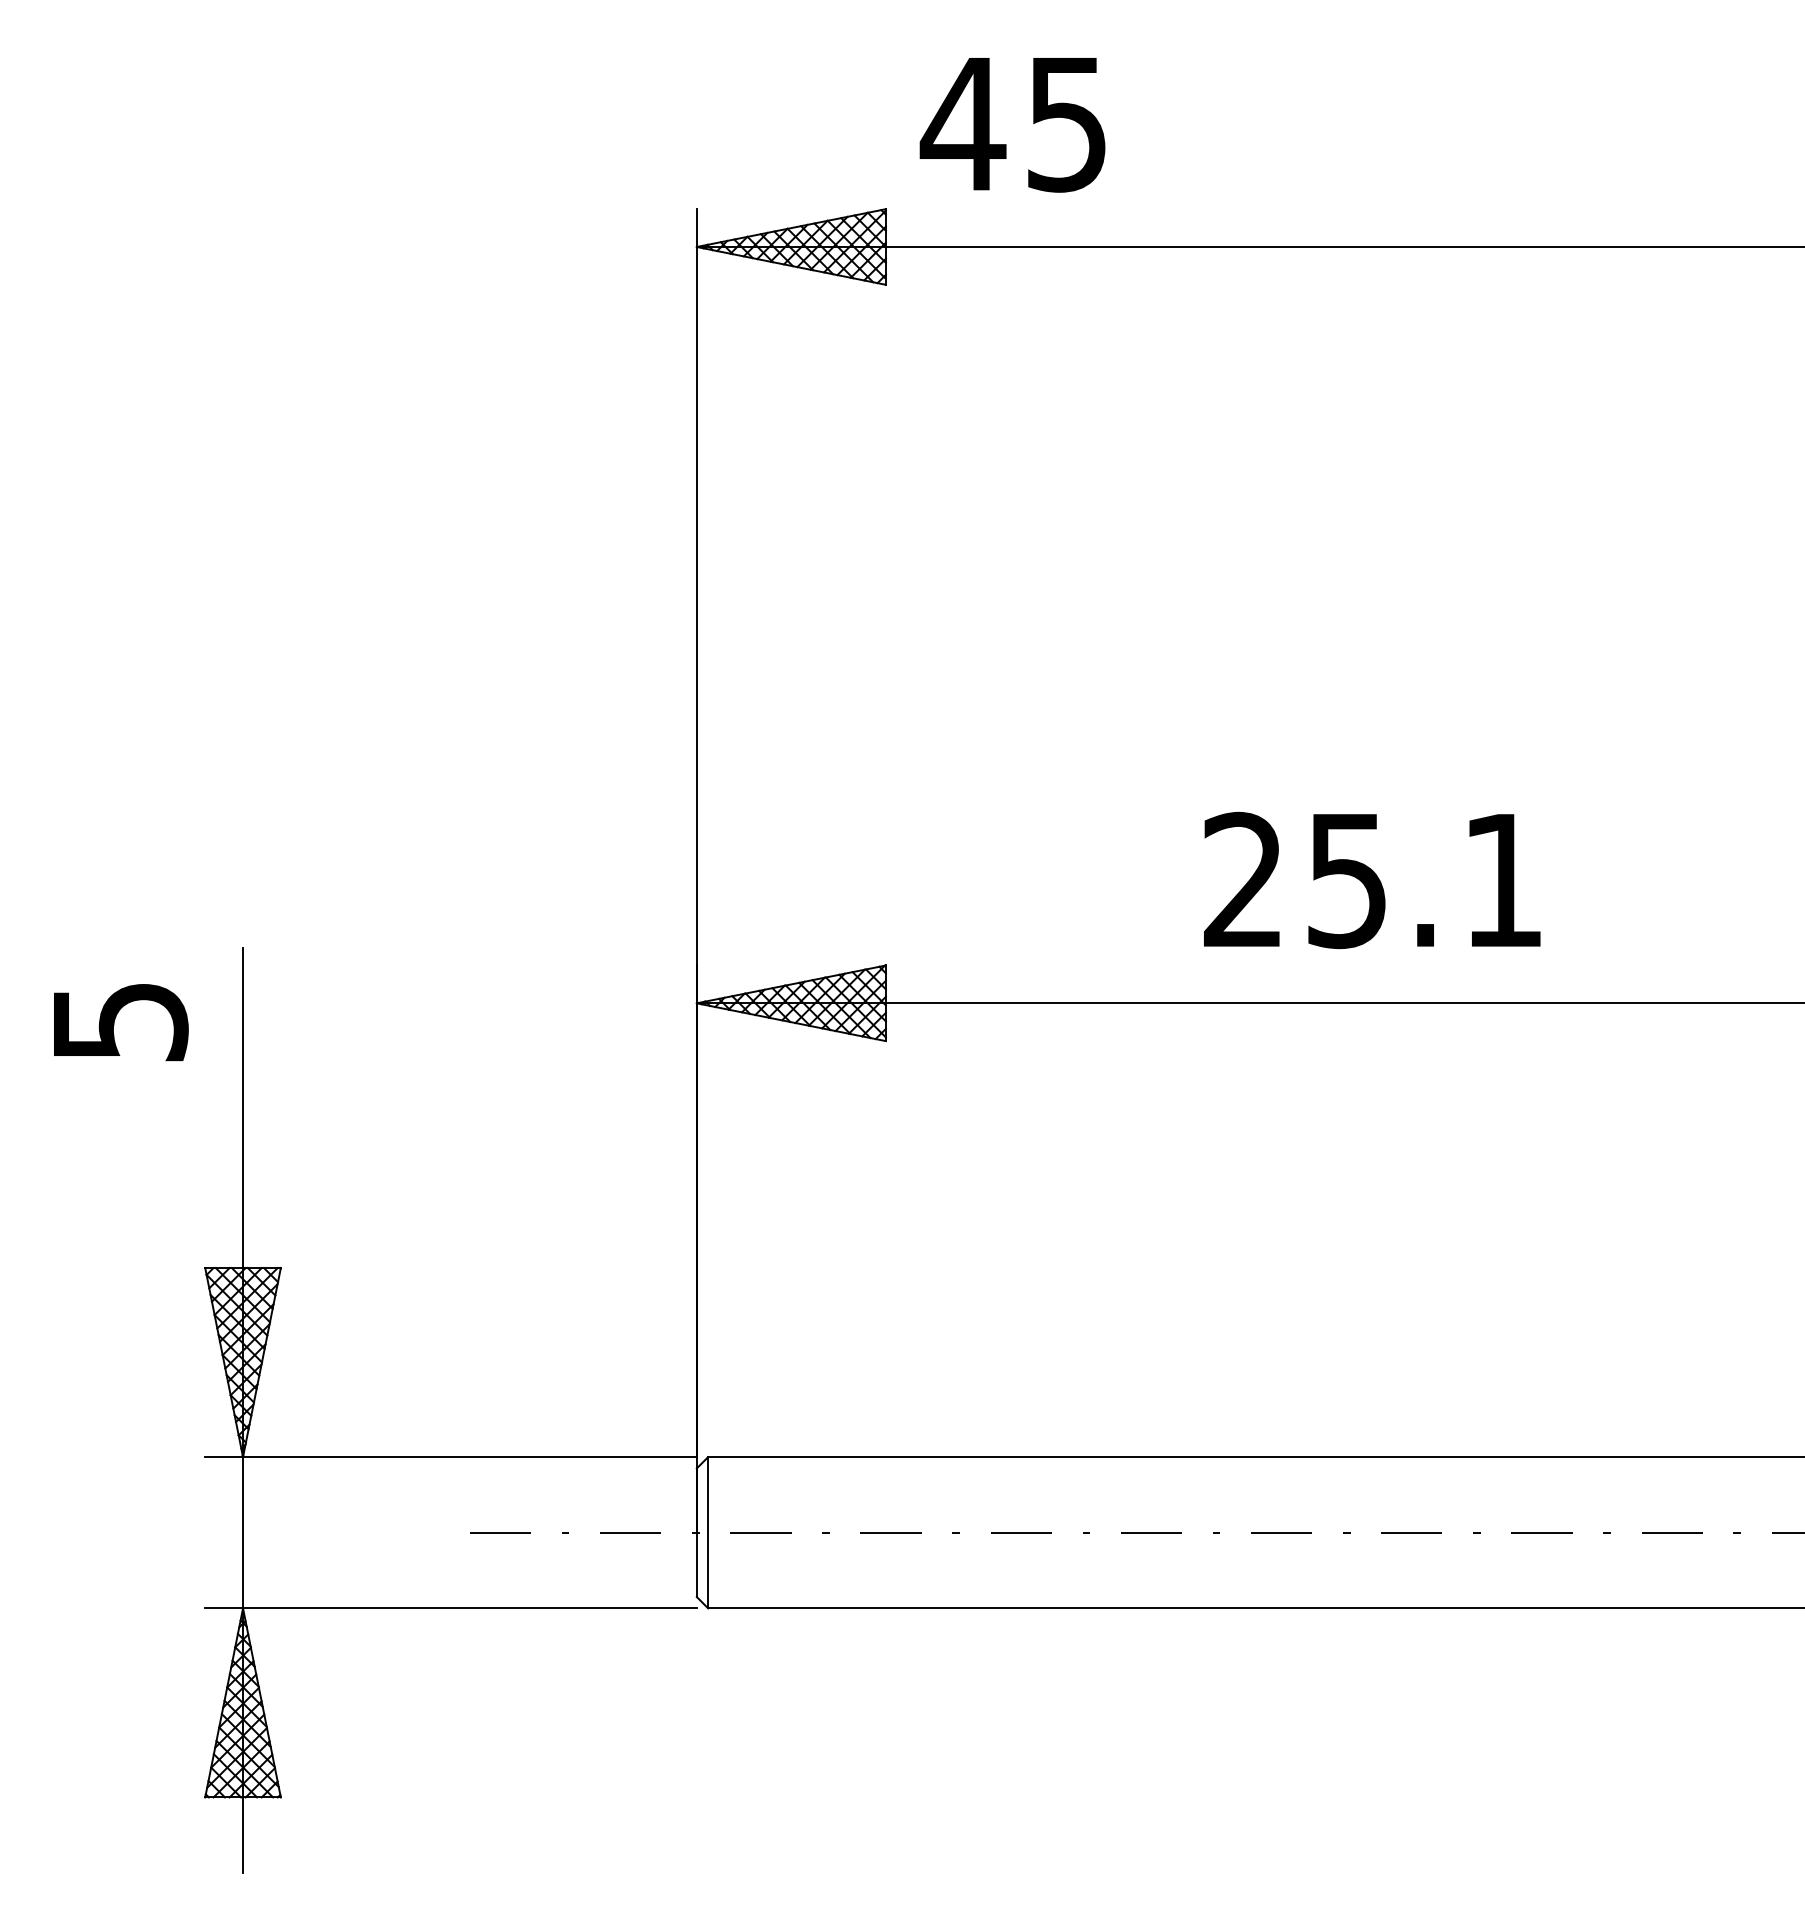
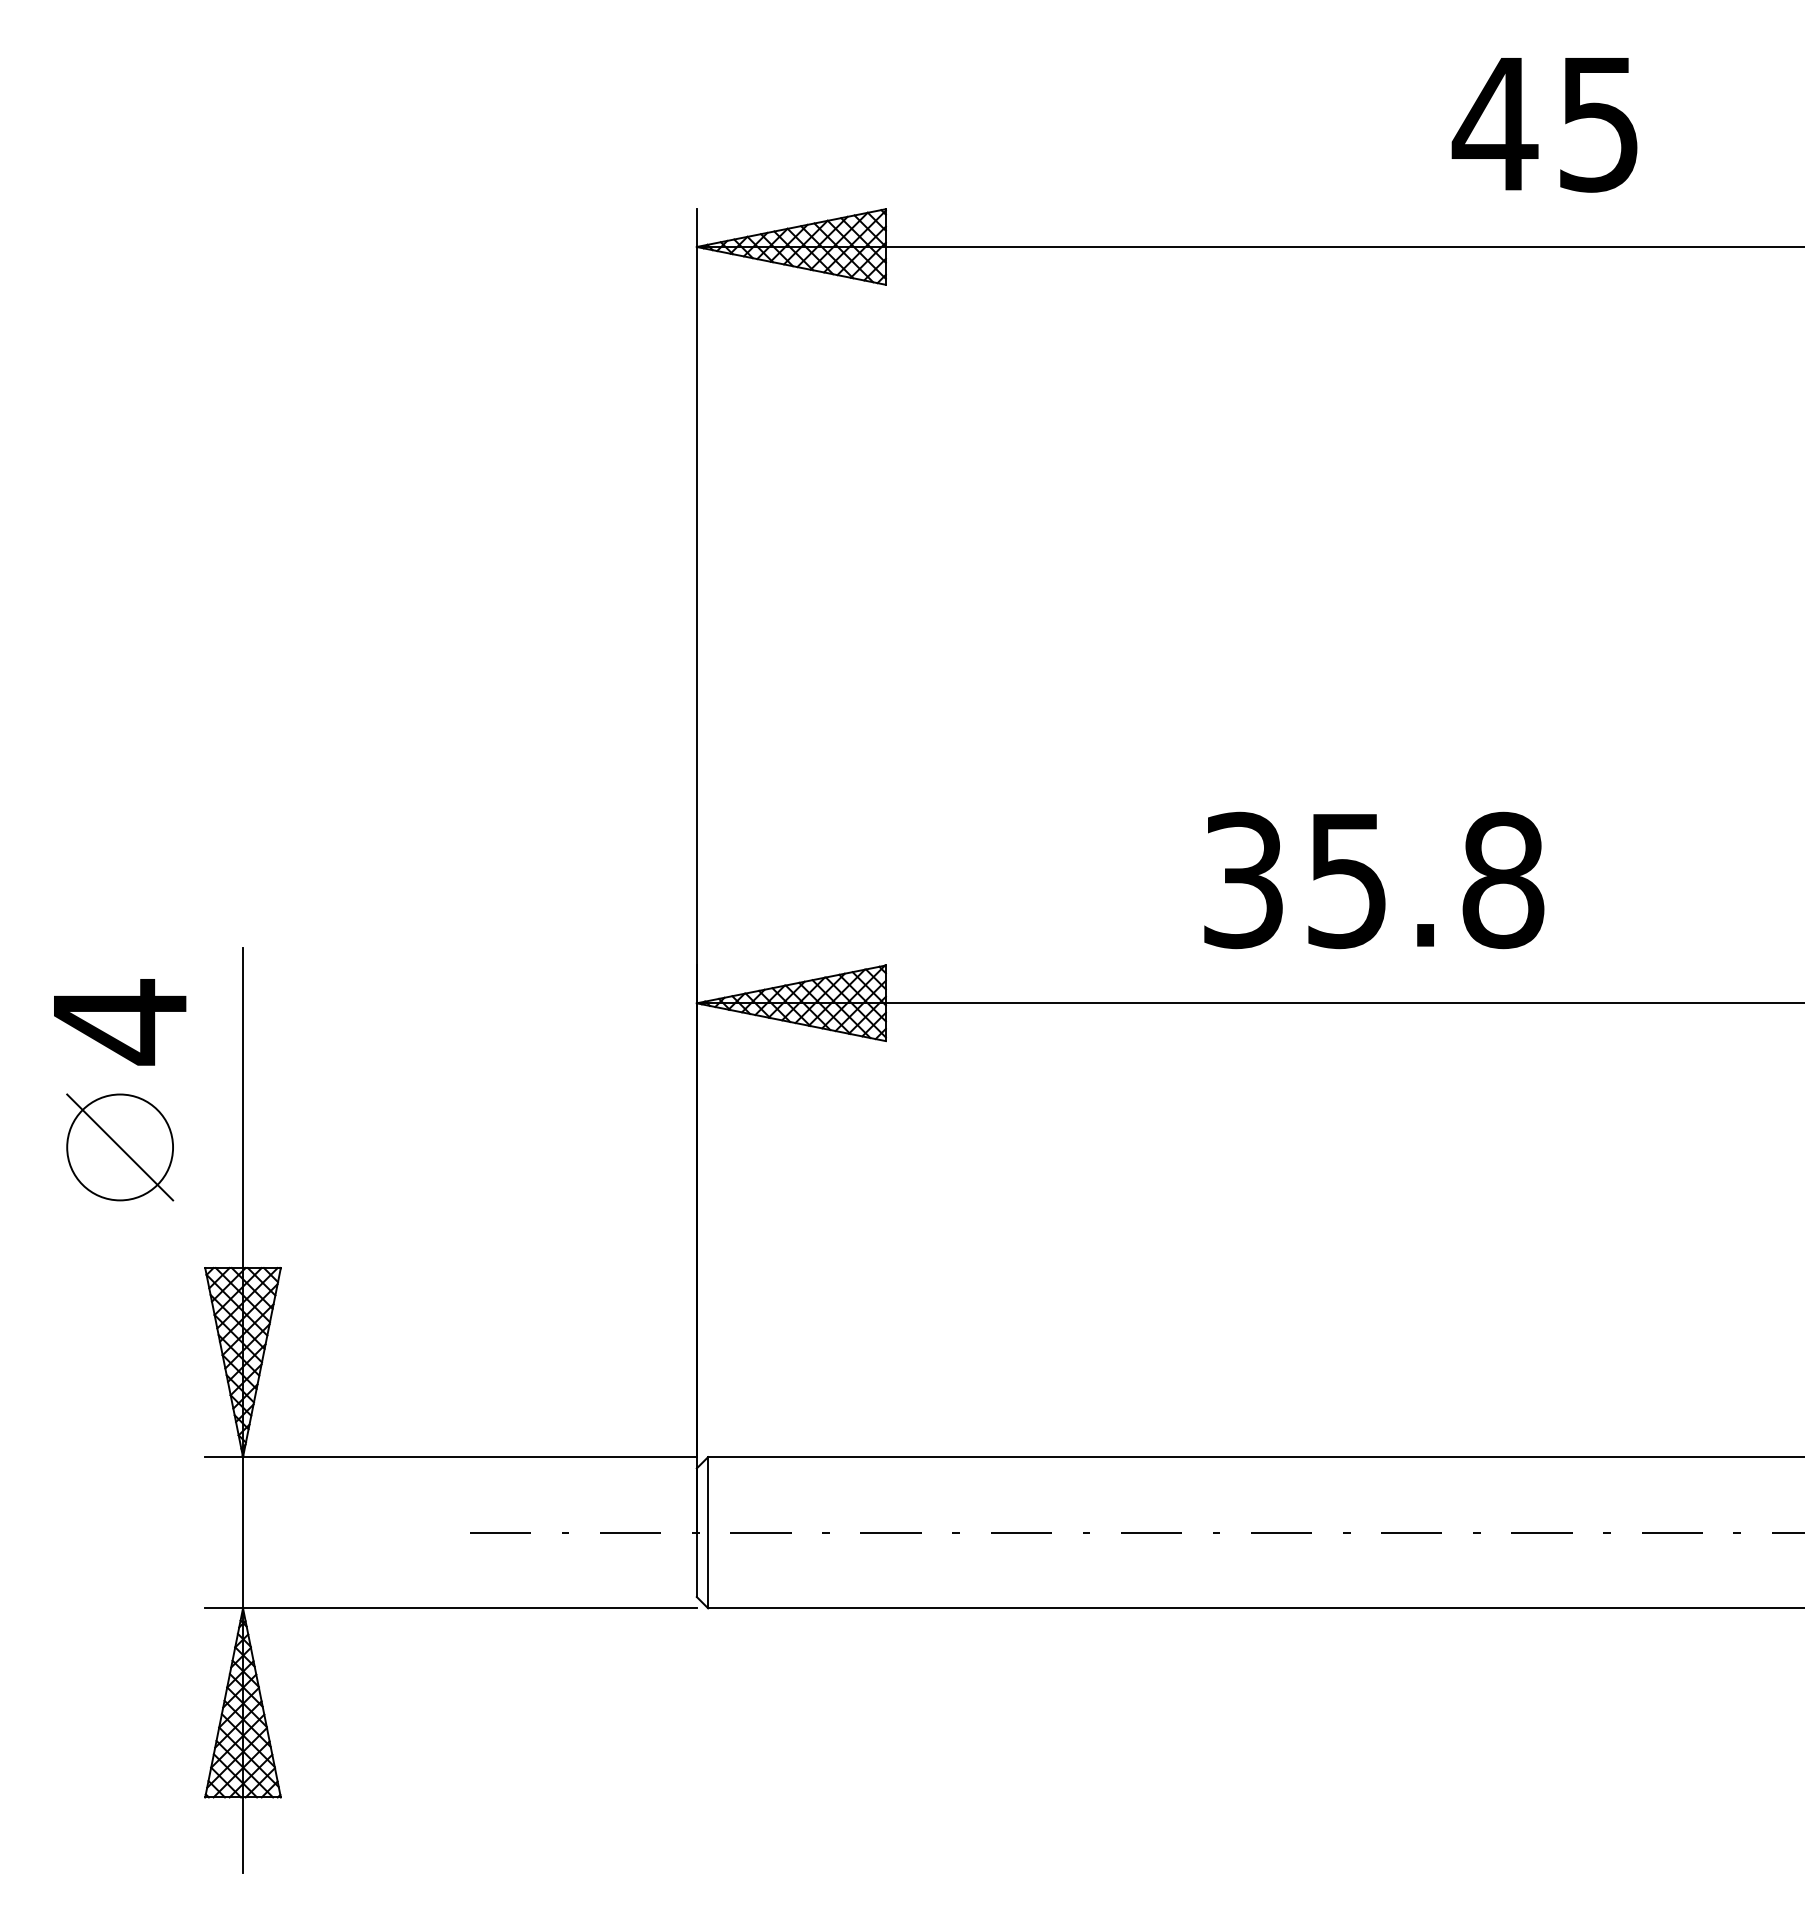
text at (1012, 125) position: (1012, 125) -> (1544, 125)
text at (1374, 880): 25.1 -> 35.8
text at (121, 1022): 5 -> 4
part at (120, 1147): none -> present
